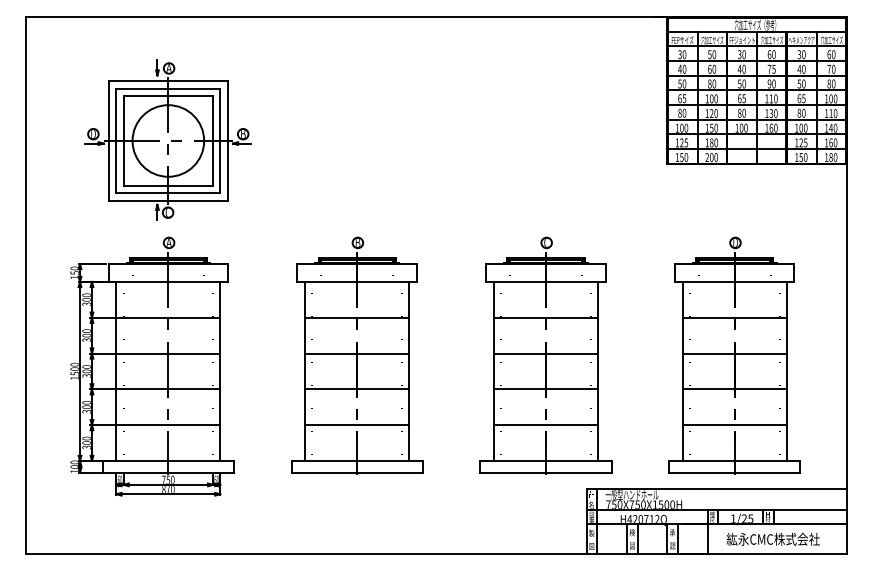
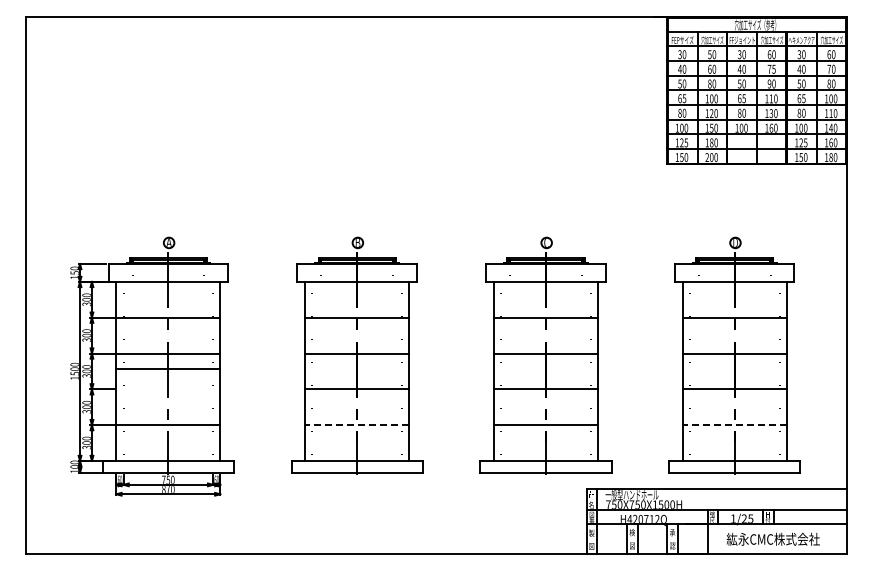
part at (167, 139): present -> none
line at (168, 389) position: (168, 389) -> (168, 369)
line at (357, 425): solid -> dashed
line at (734, 425): solid -> dashed
